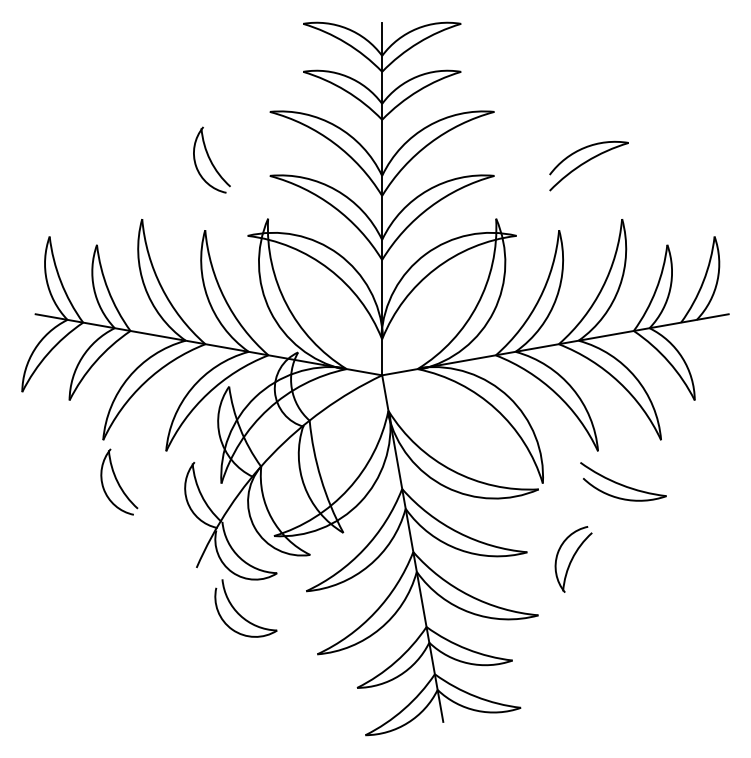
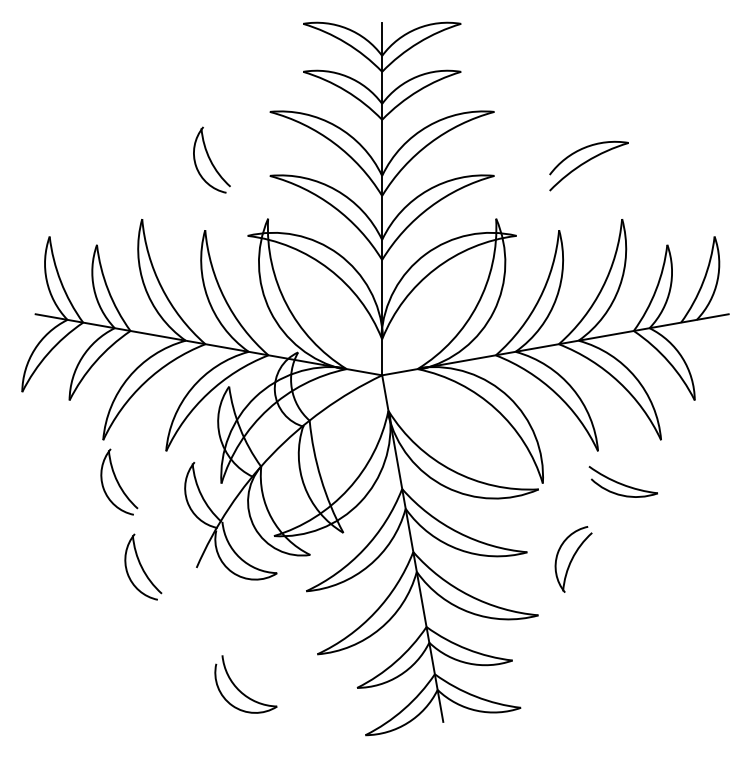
part at (623, 481) size: 87x40 px -> 70x32 px
part at (143, 566): none -> present
part at (239, 613) position: (239, 613) -> (239, 689)
